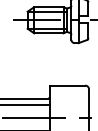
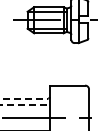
line at (24, 98): solid -> dashed
line at (25, 105): solid -> dashed
